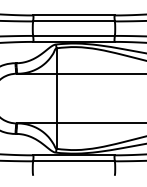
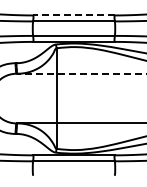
line at (74, 15): solid -> dashed
line at (81, 73): solid -> dashed
